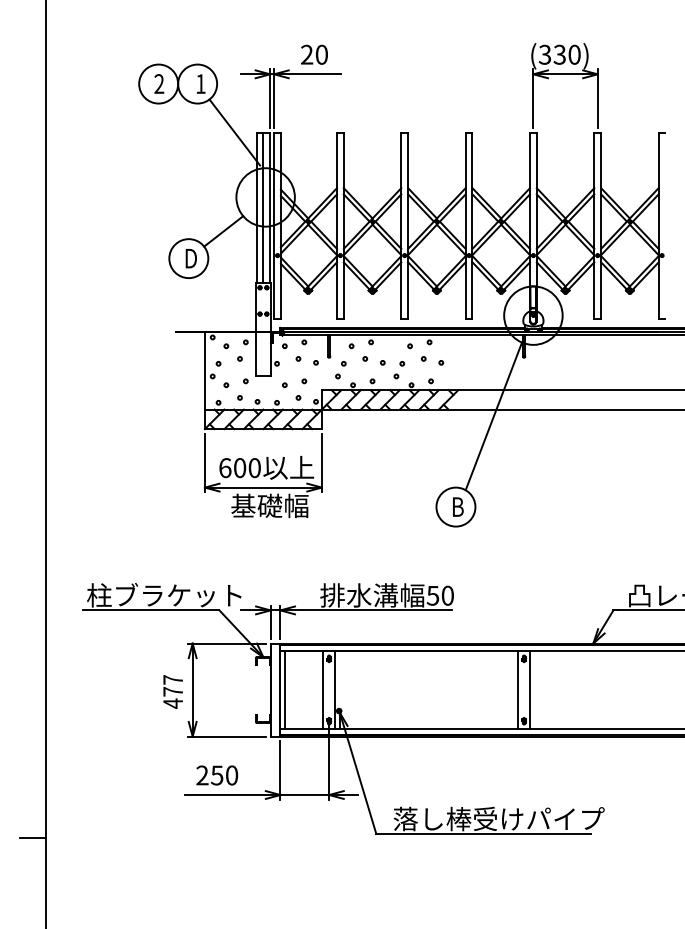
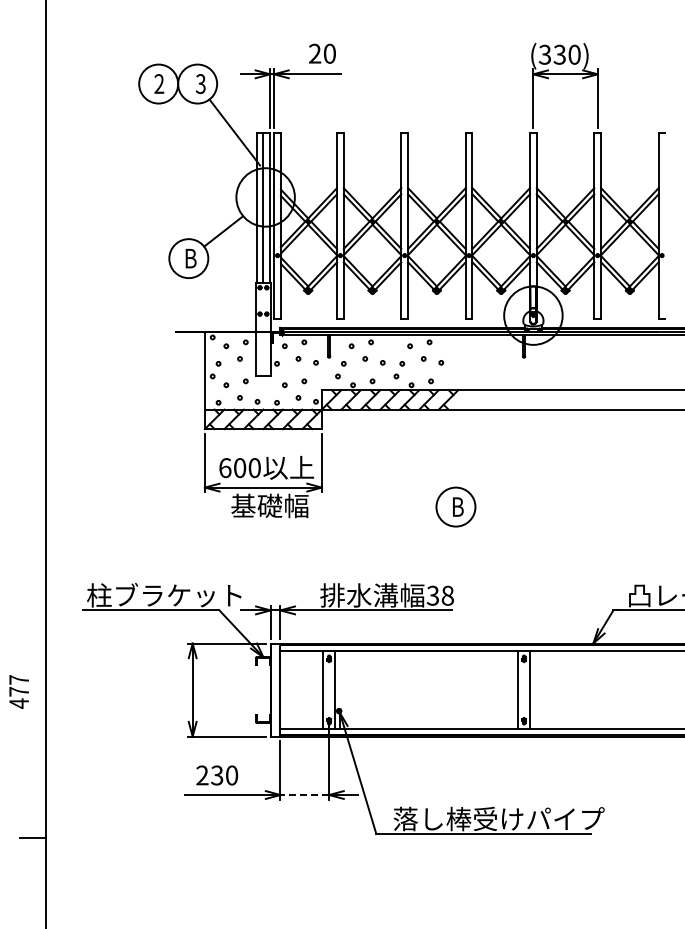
text at (314, 54) position: (314, 54) -> (322, 53)
text at (200, 84): 1 -> 3
text at (191, 258): D -> B
line at (493, 416): present -> none
text at (440, 595): 50 -> 38
line at (284, 689): present -> none
text at (172, 691) position: (172, 691) -> (18, 691)
text at (217, 774): 250 -> 230
line at (304, 795): solid -> dashed
